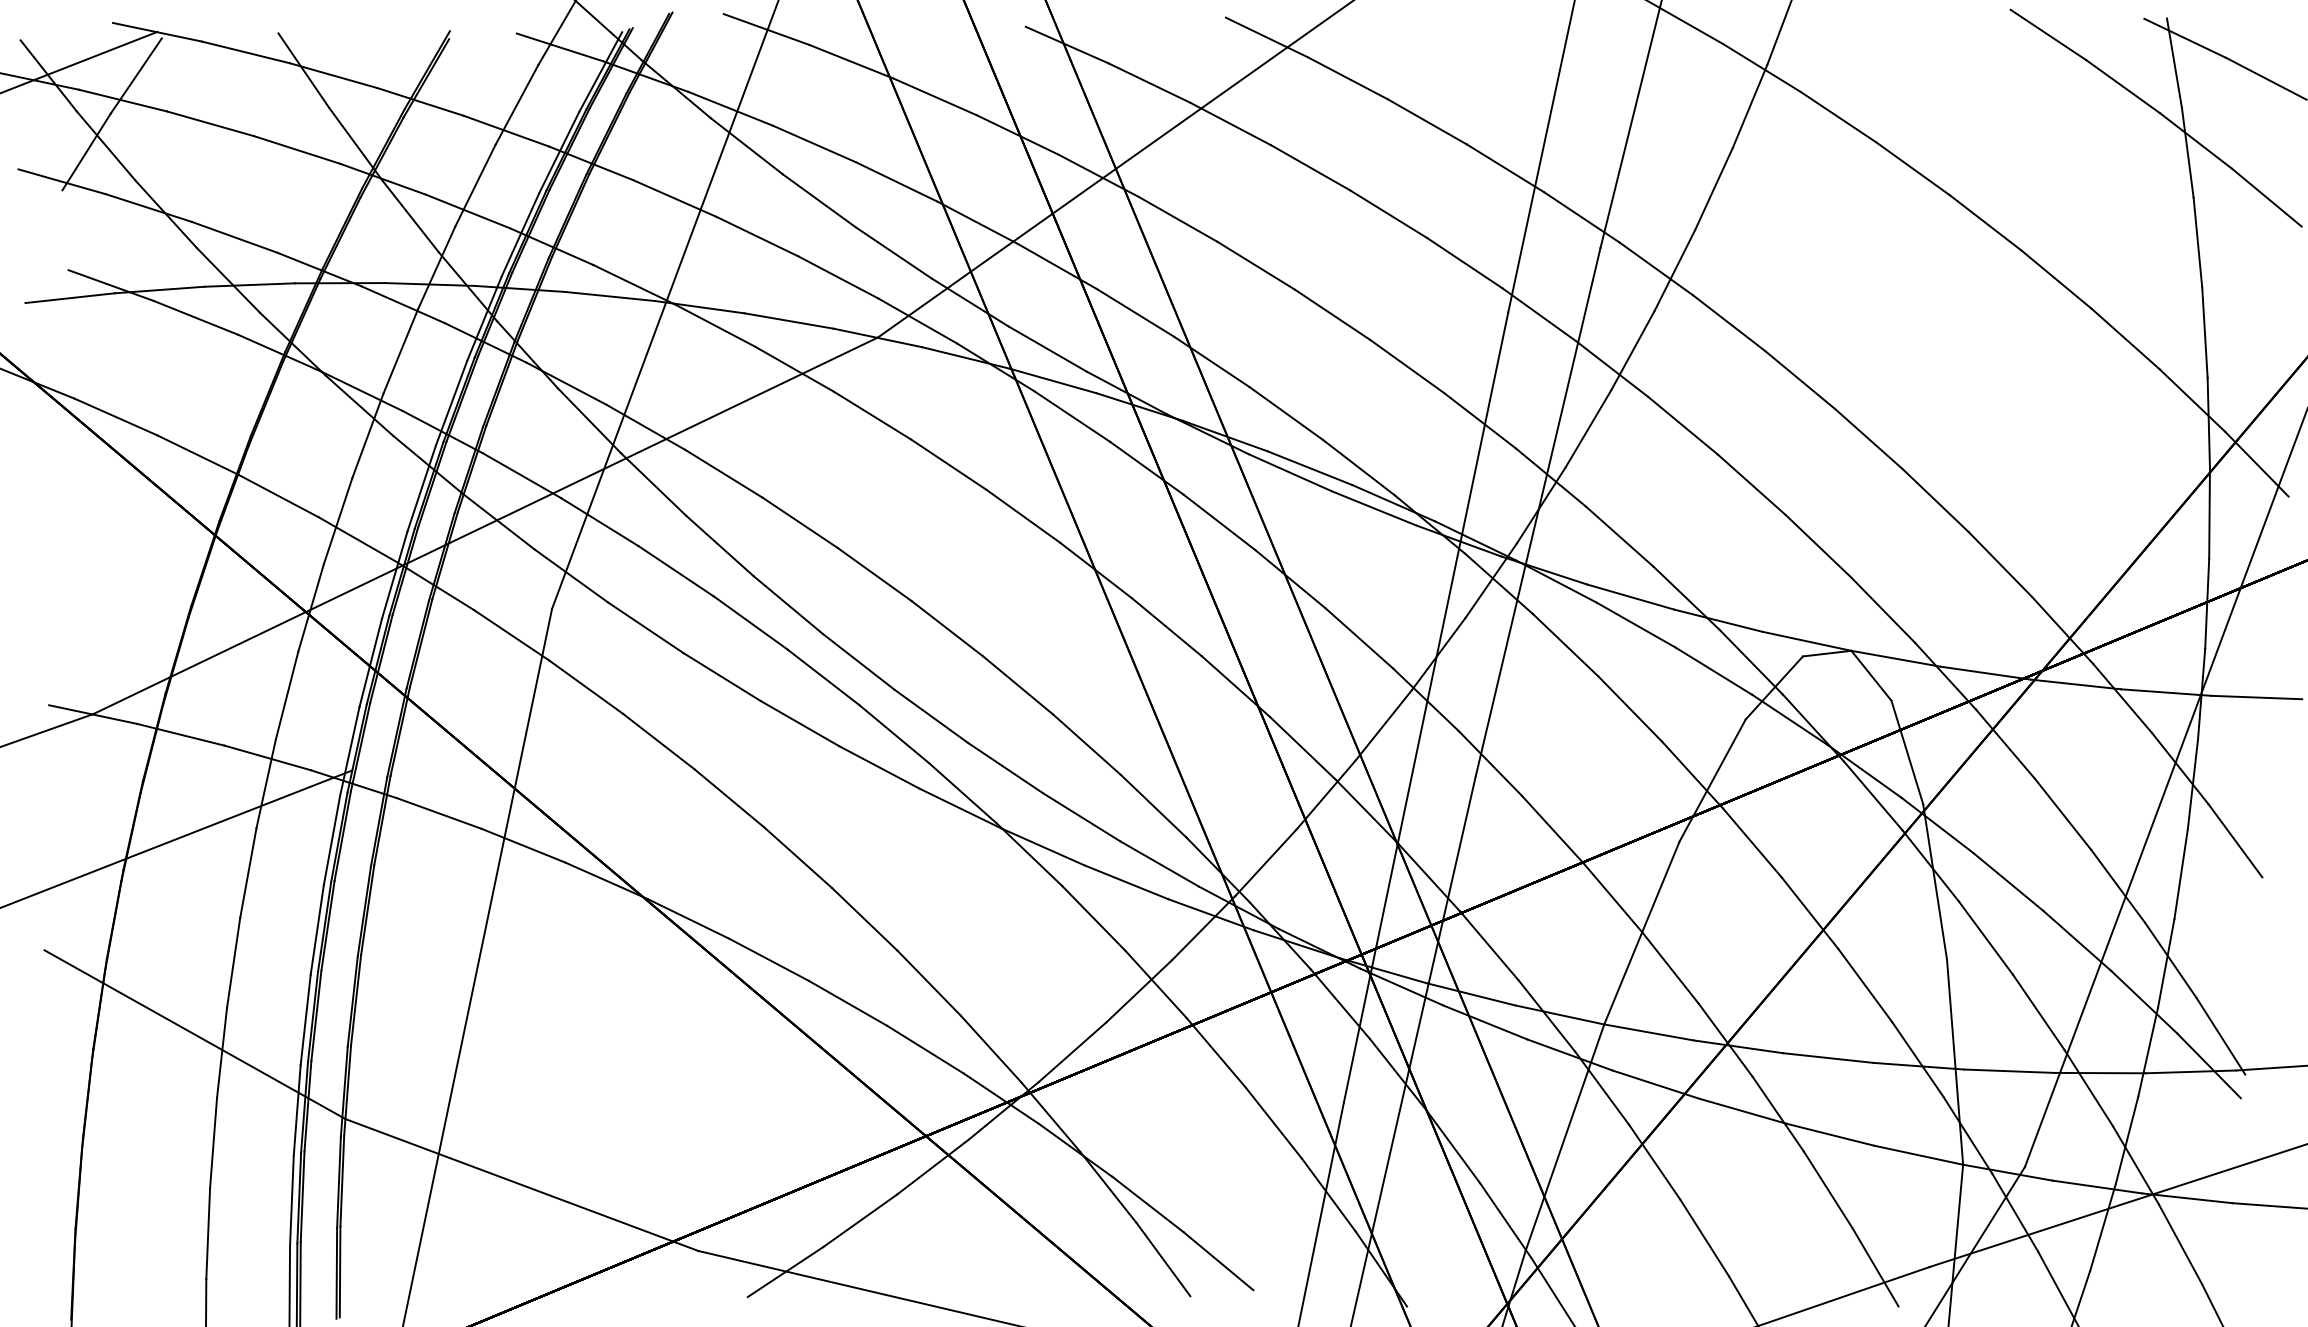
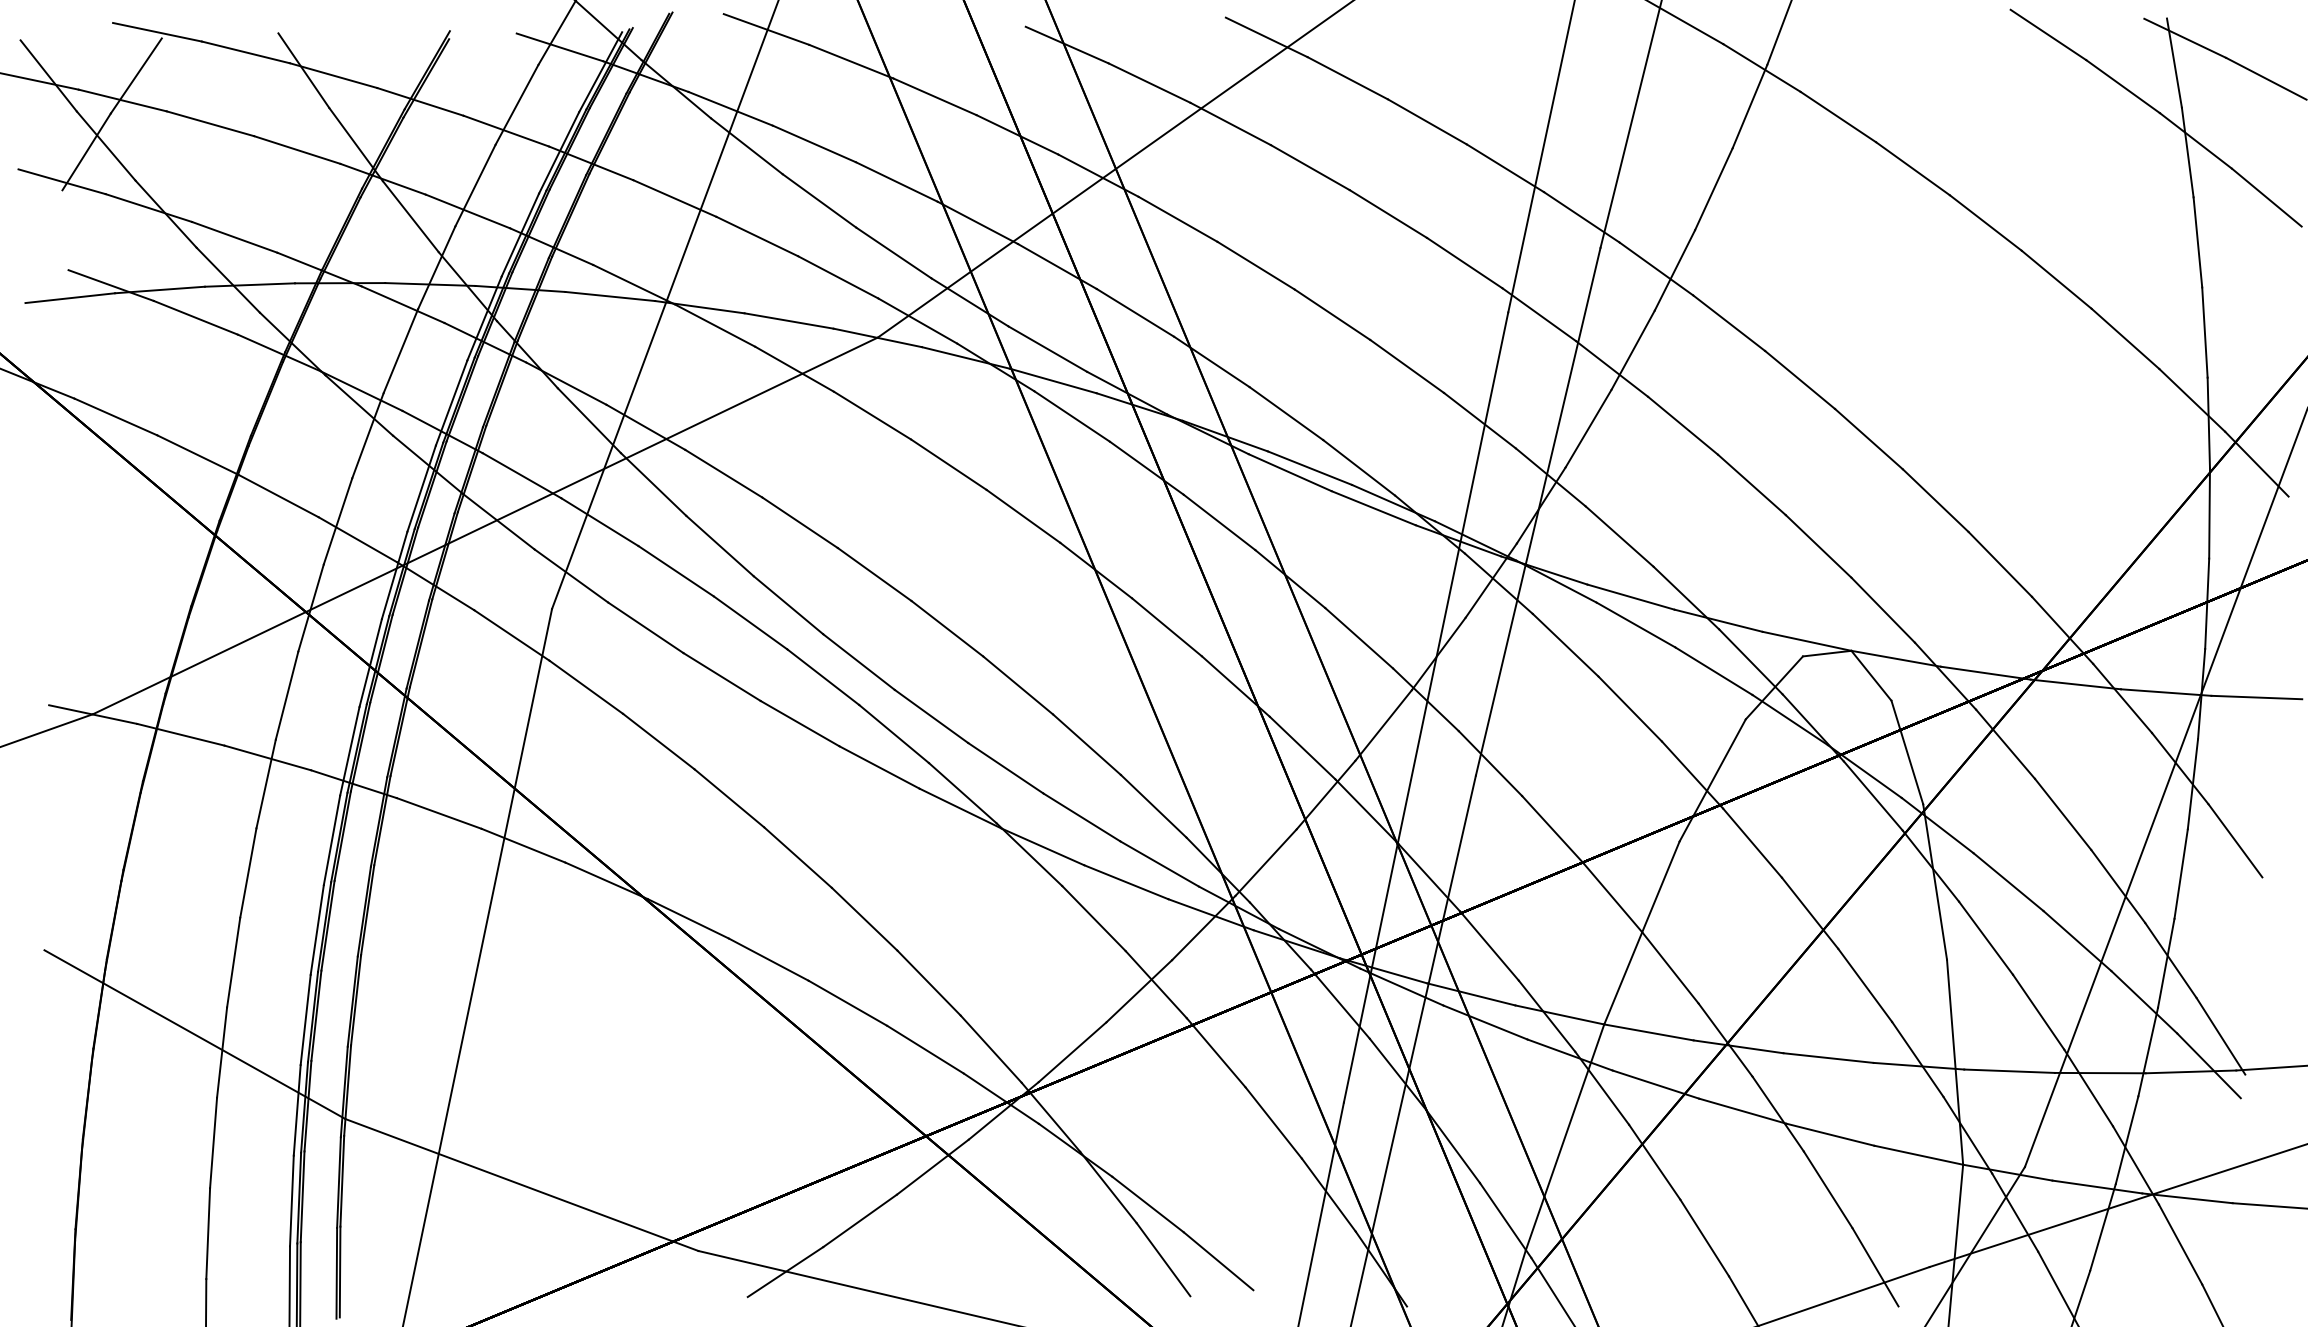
line at (79, 61): present -> none
line at (177, 838): present -> none
